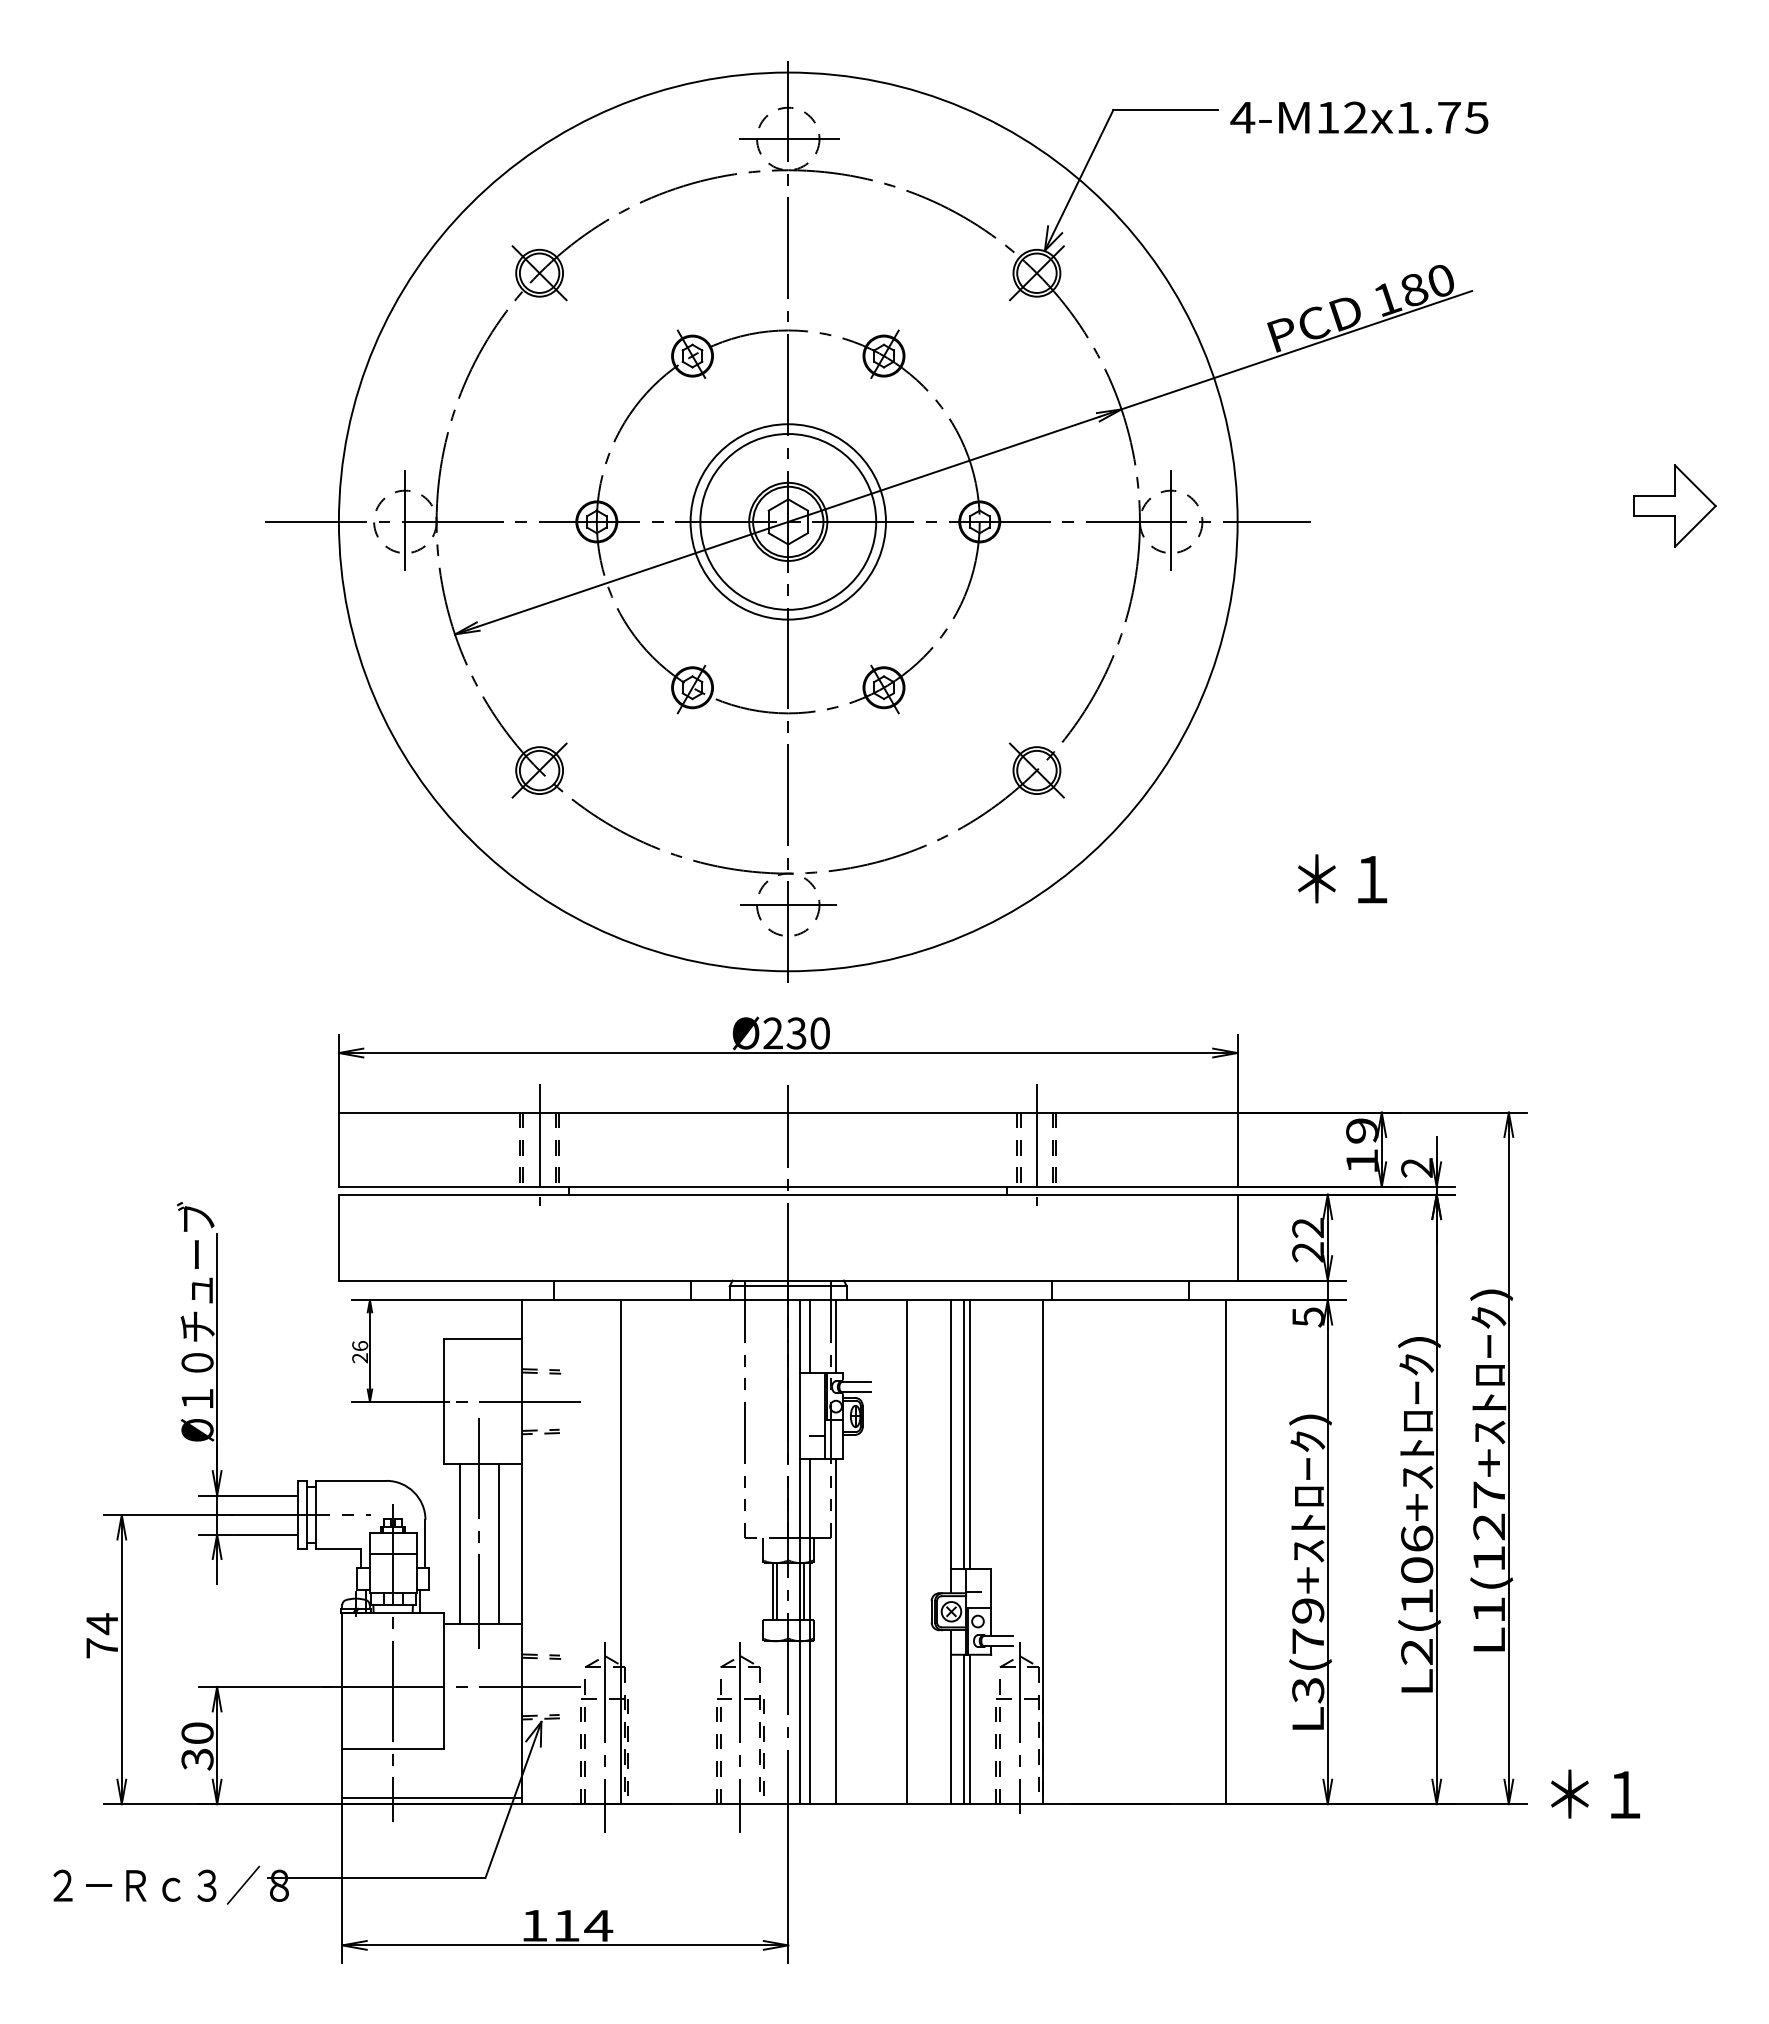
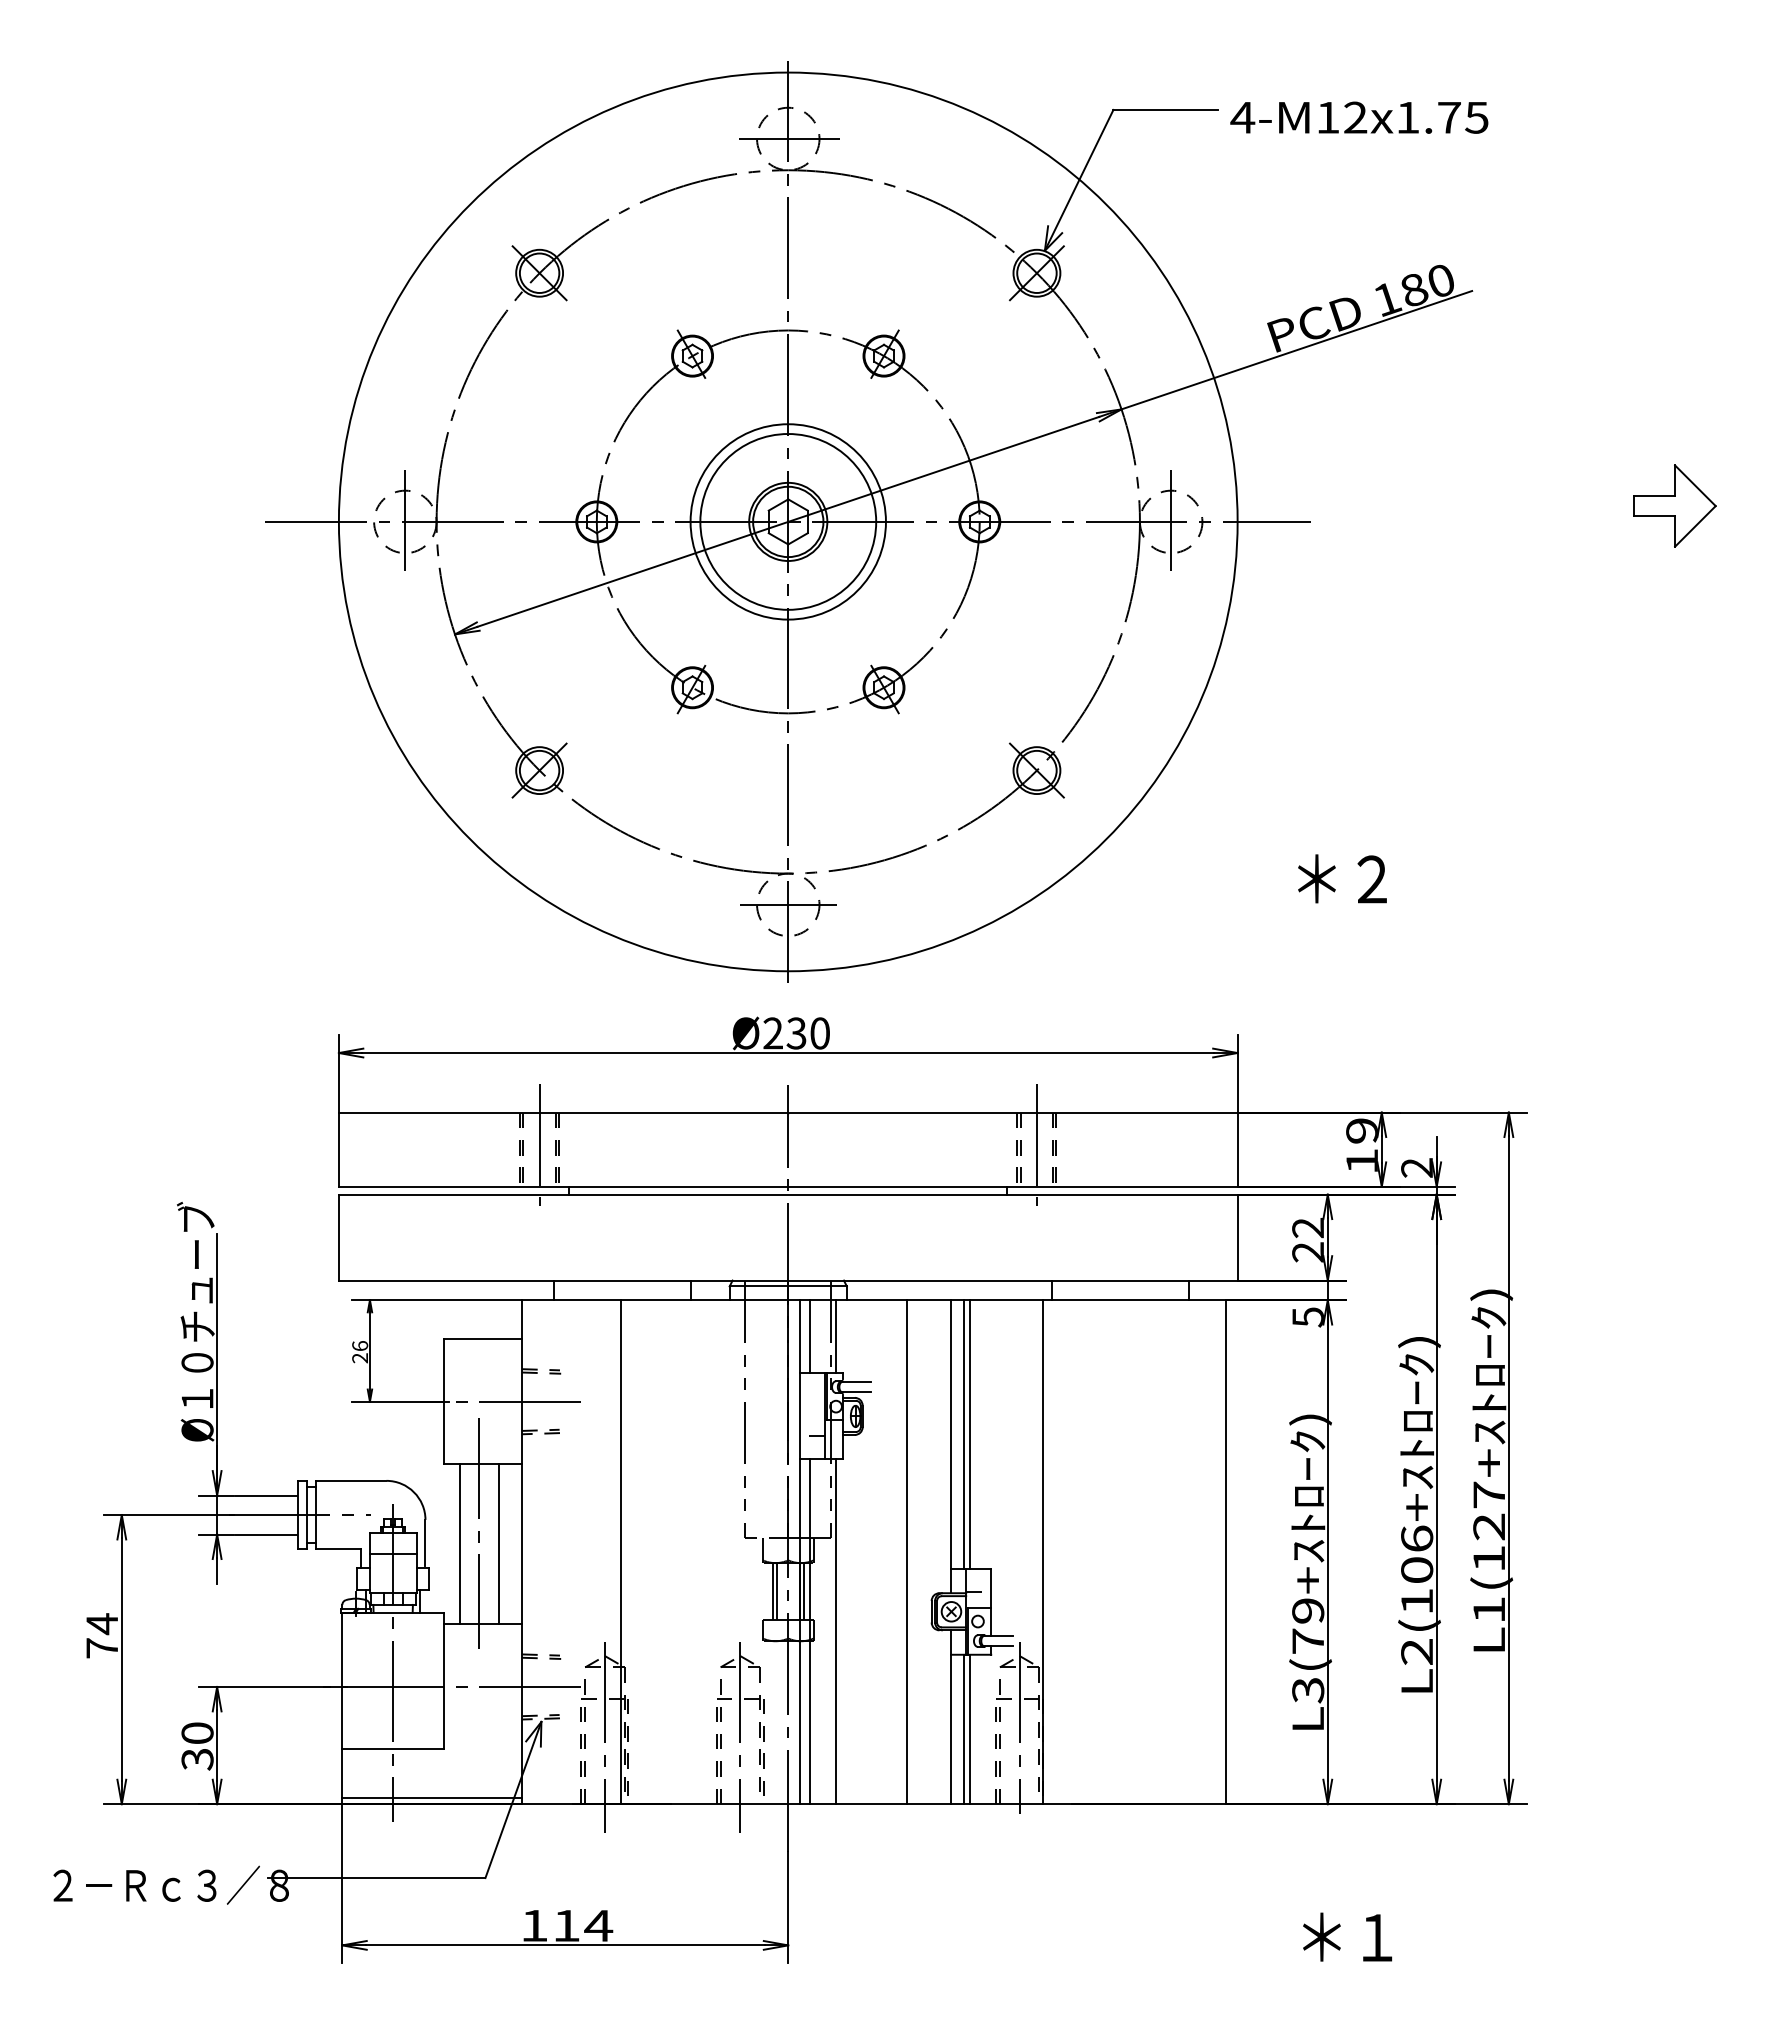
text at (1372, 878): ＊１ -> ＊２
text at (1595, 1793) position: (1595, 1793) -> (1347, 1936)
